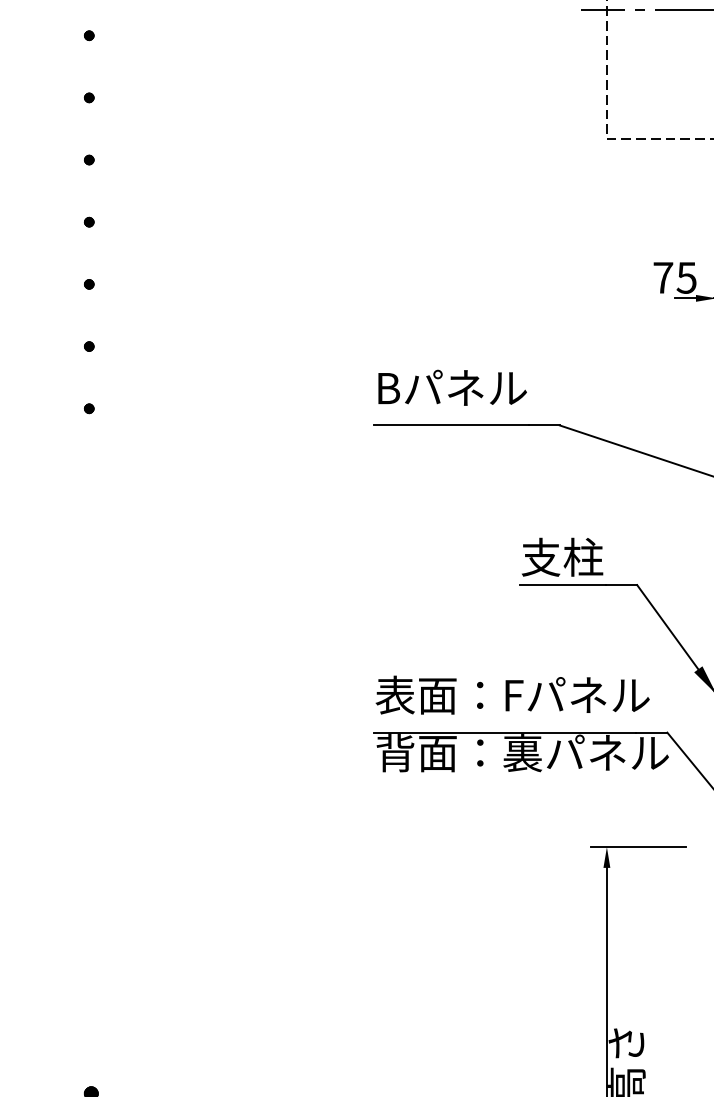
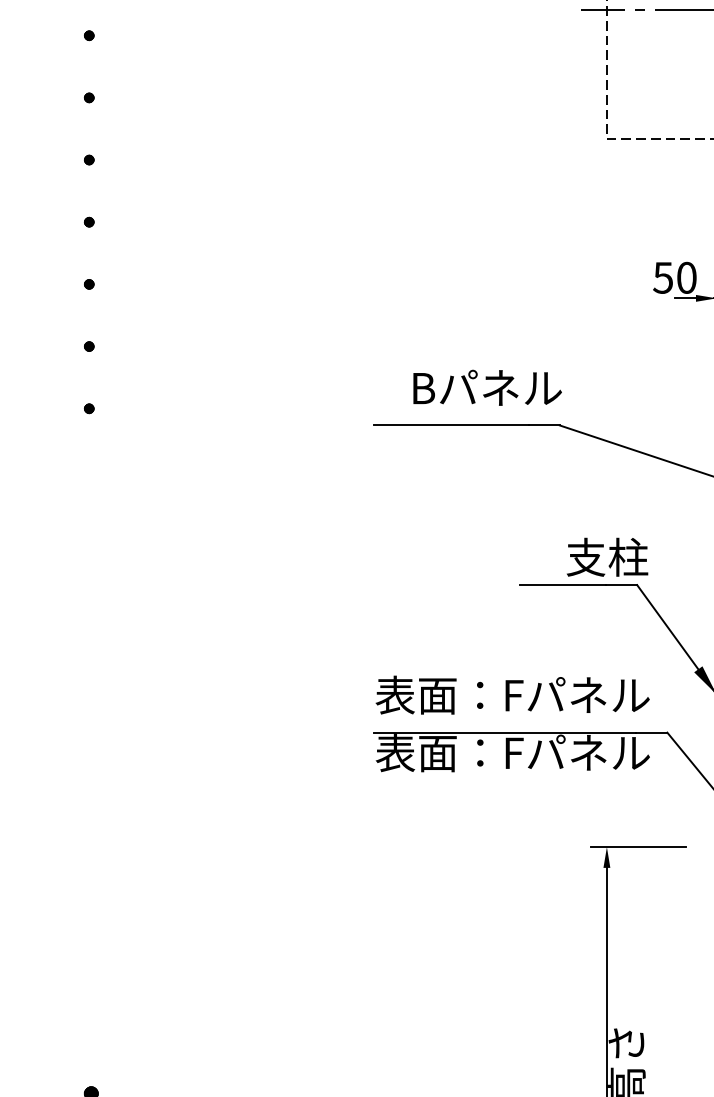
text at (674, 277): 75 -> 50
text at (452, 387) position: (452, 387) -> (487, 387)
text at (562, 556) position: (562, 556) -> (607, 556)
text at (521, 753): 背面：裏パネル -> 表面：Fパネル
